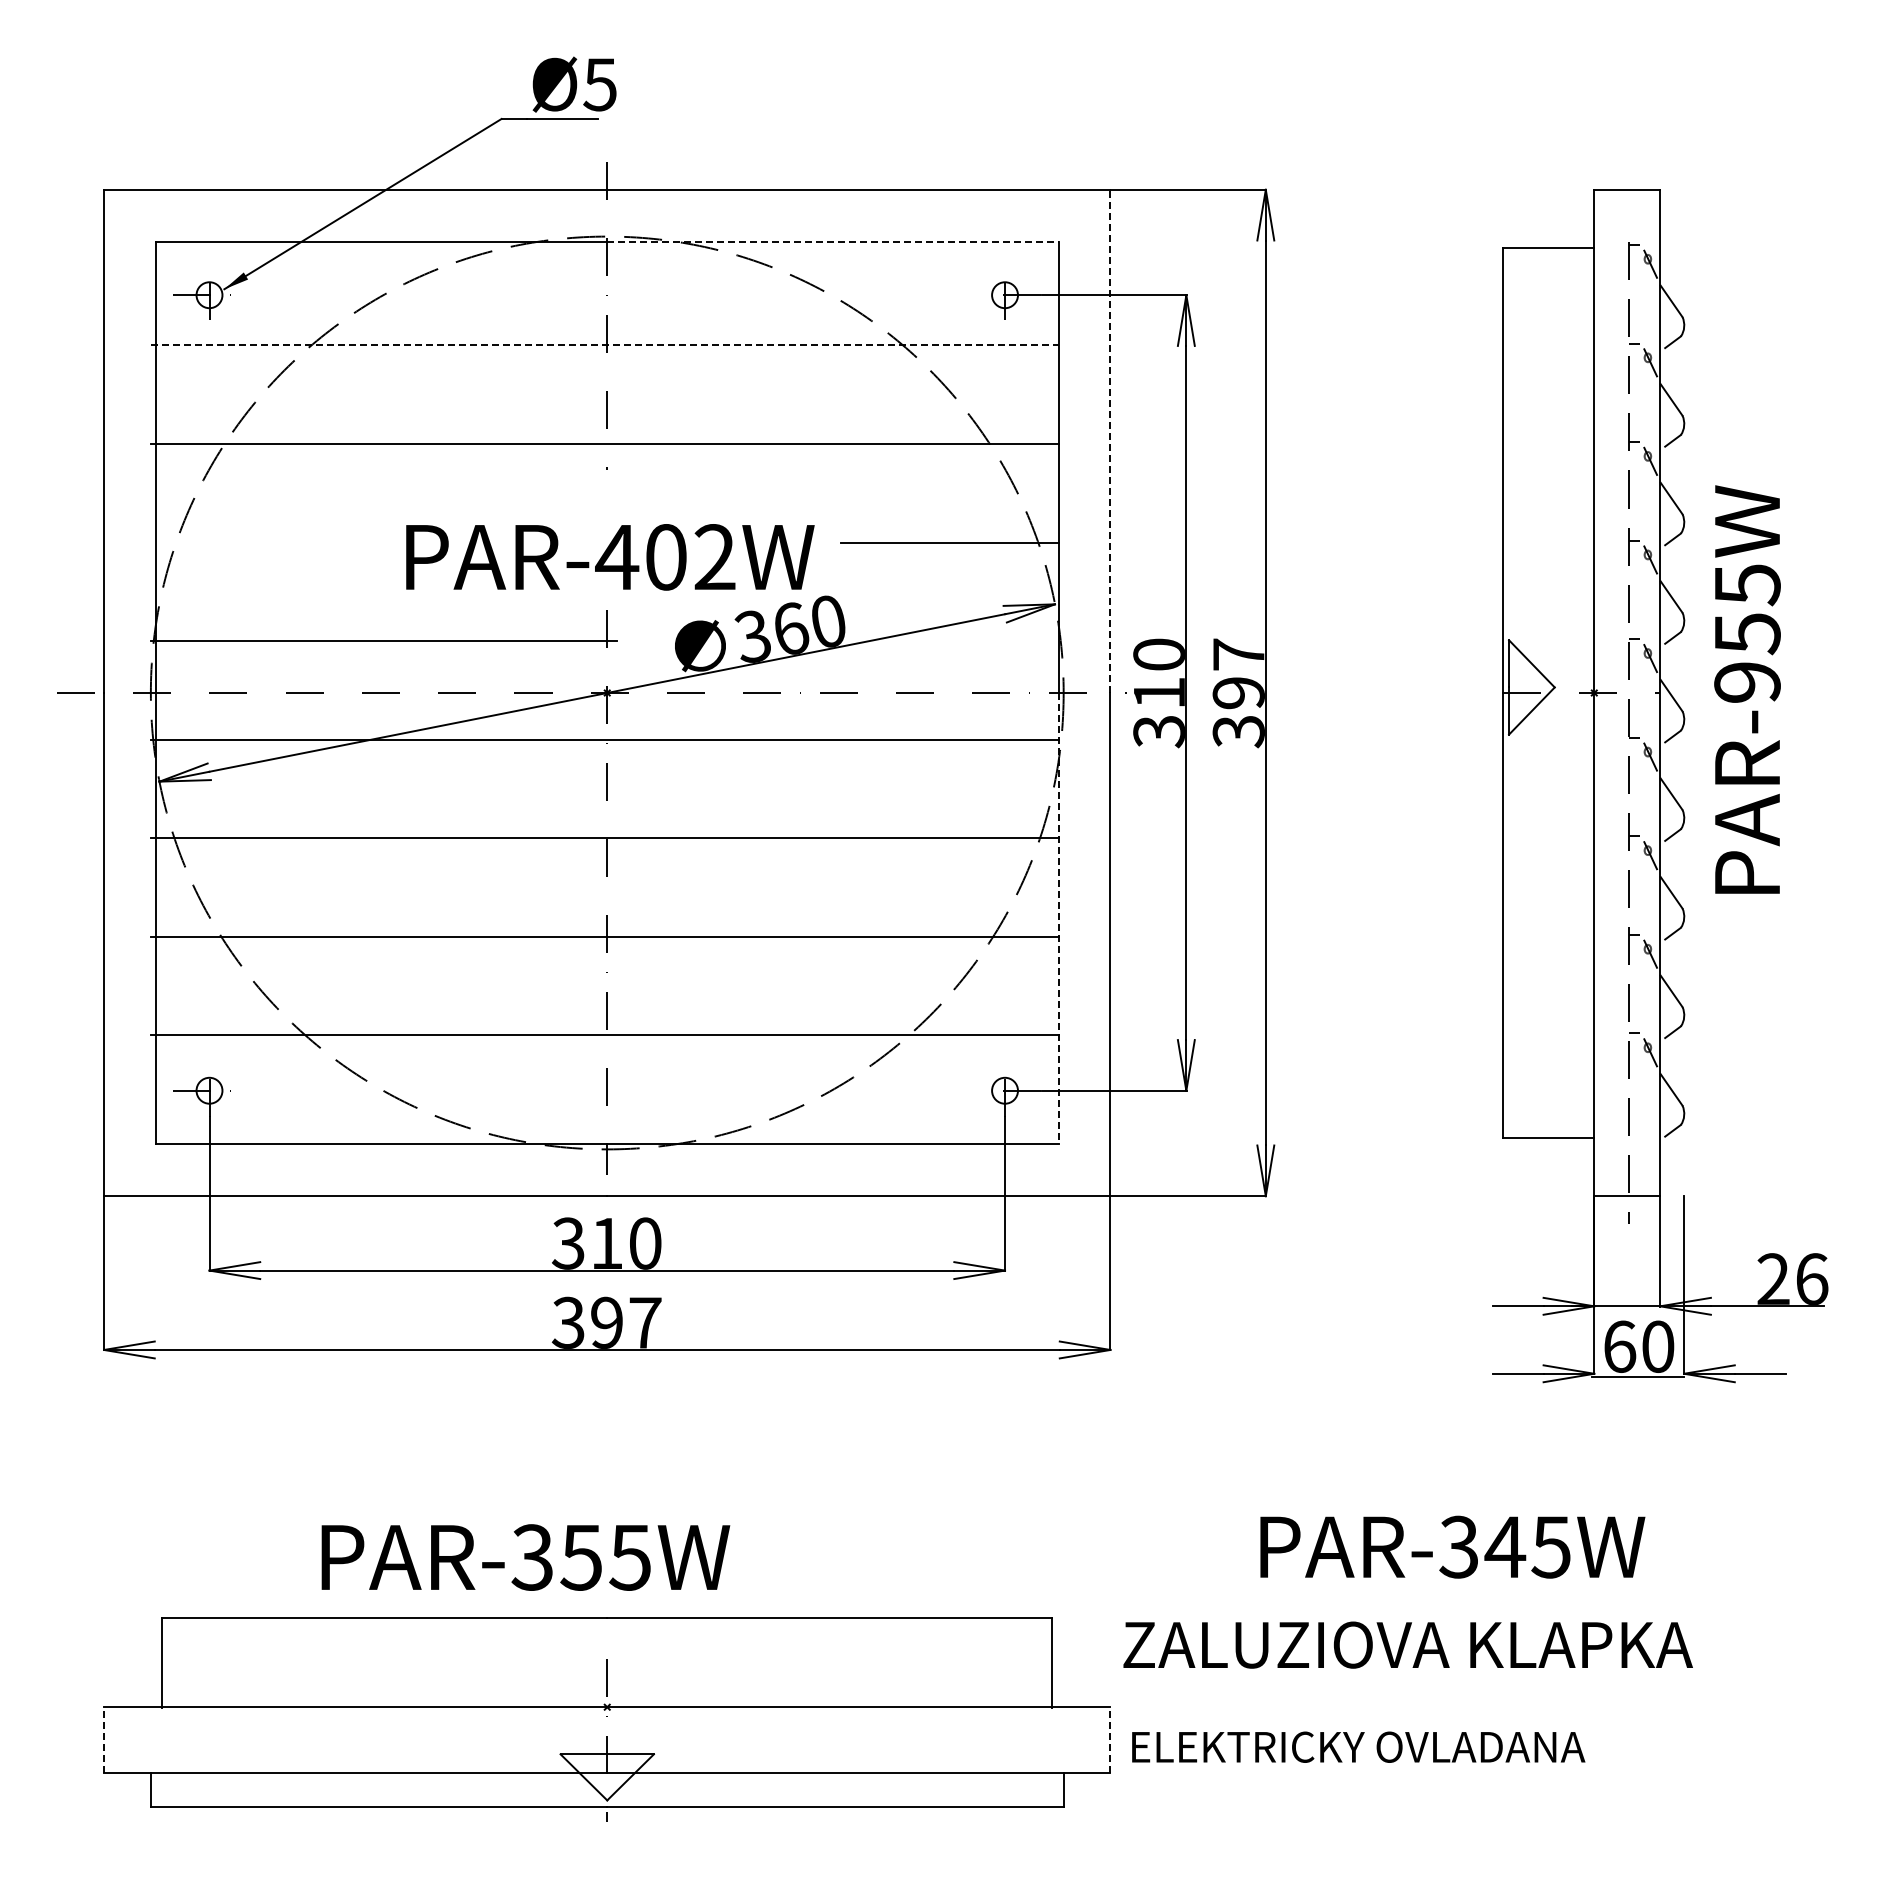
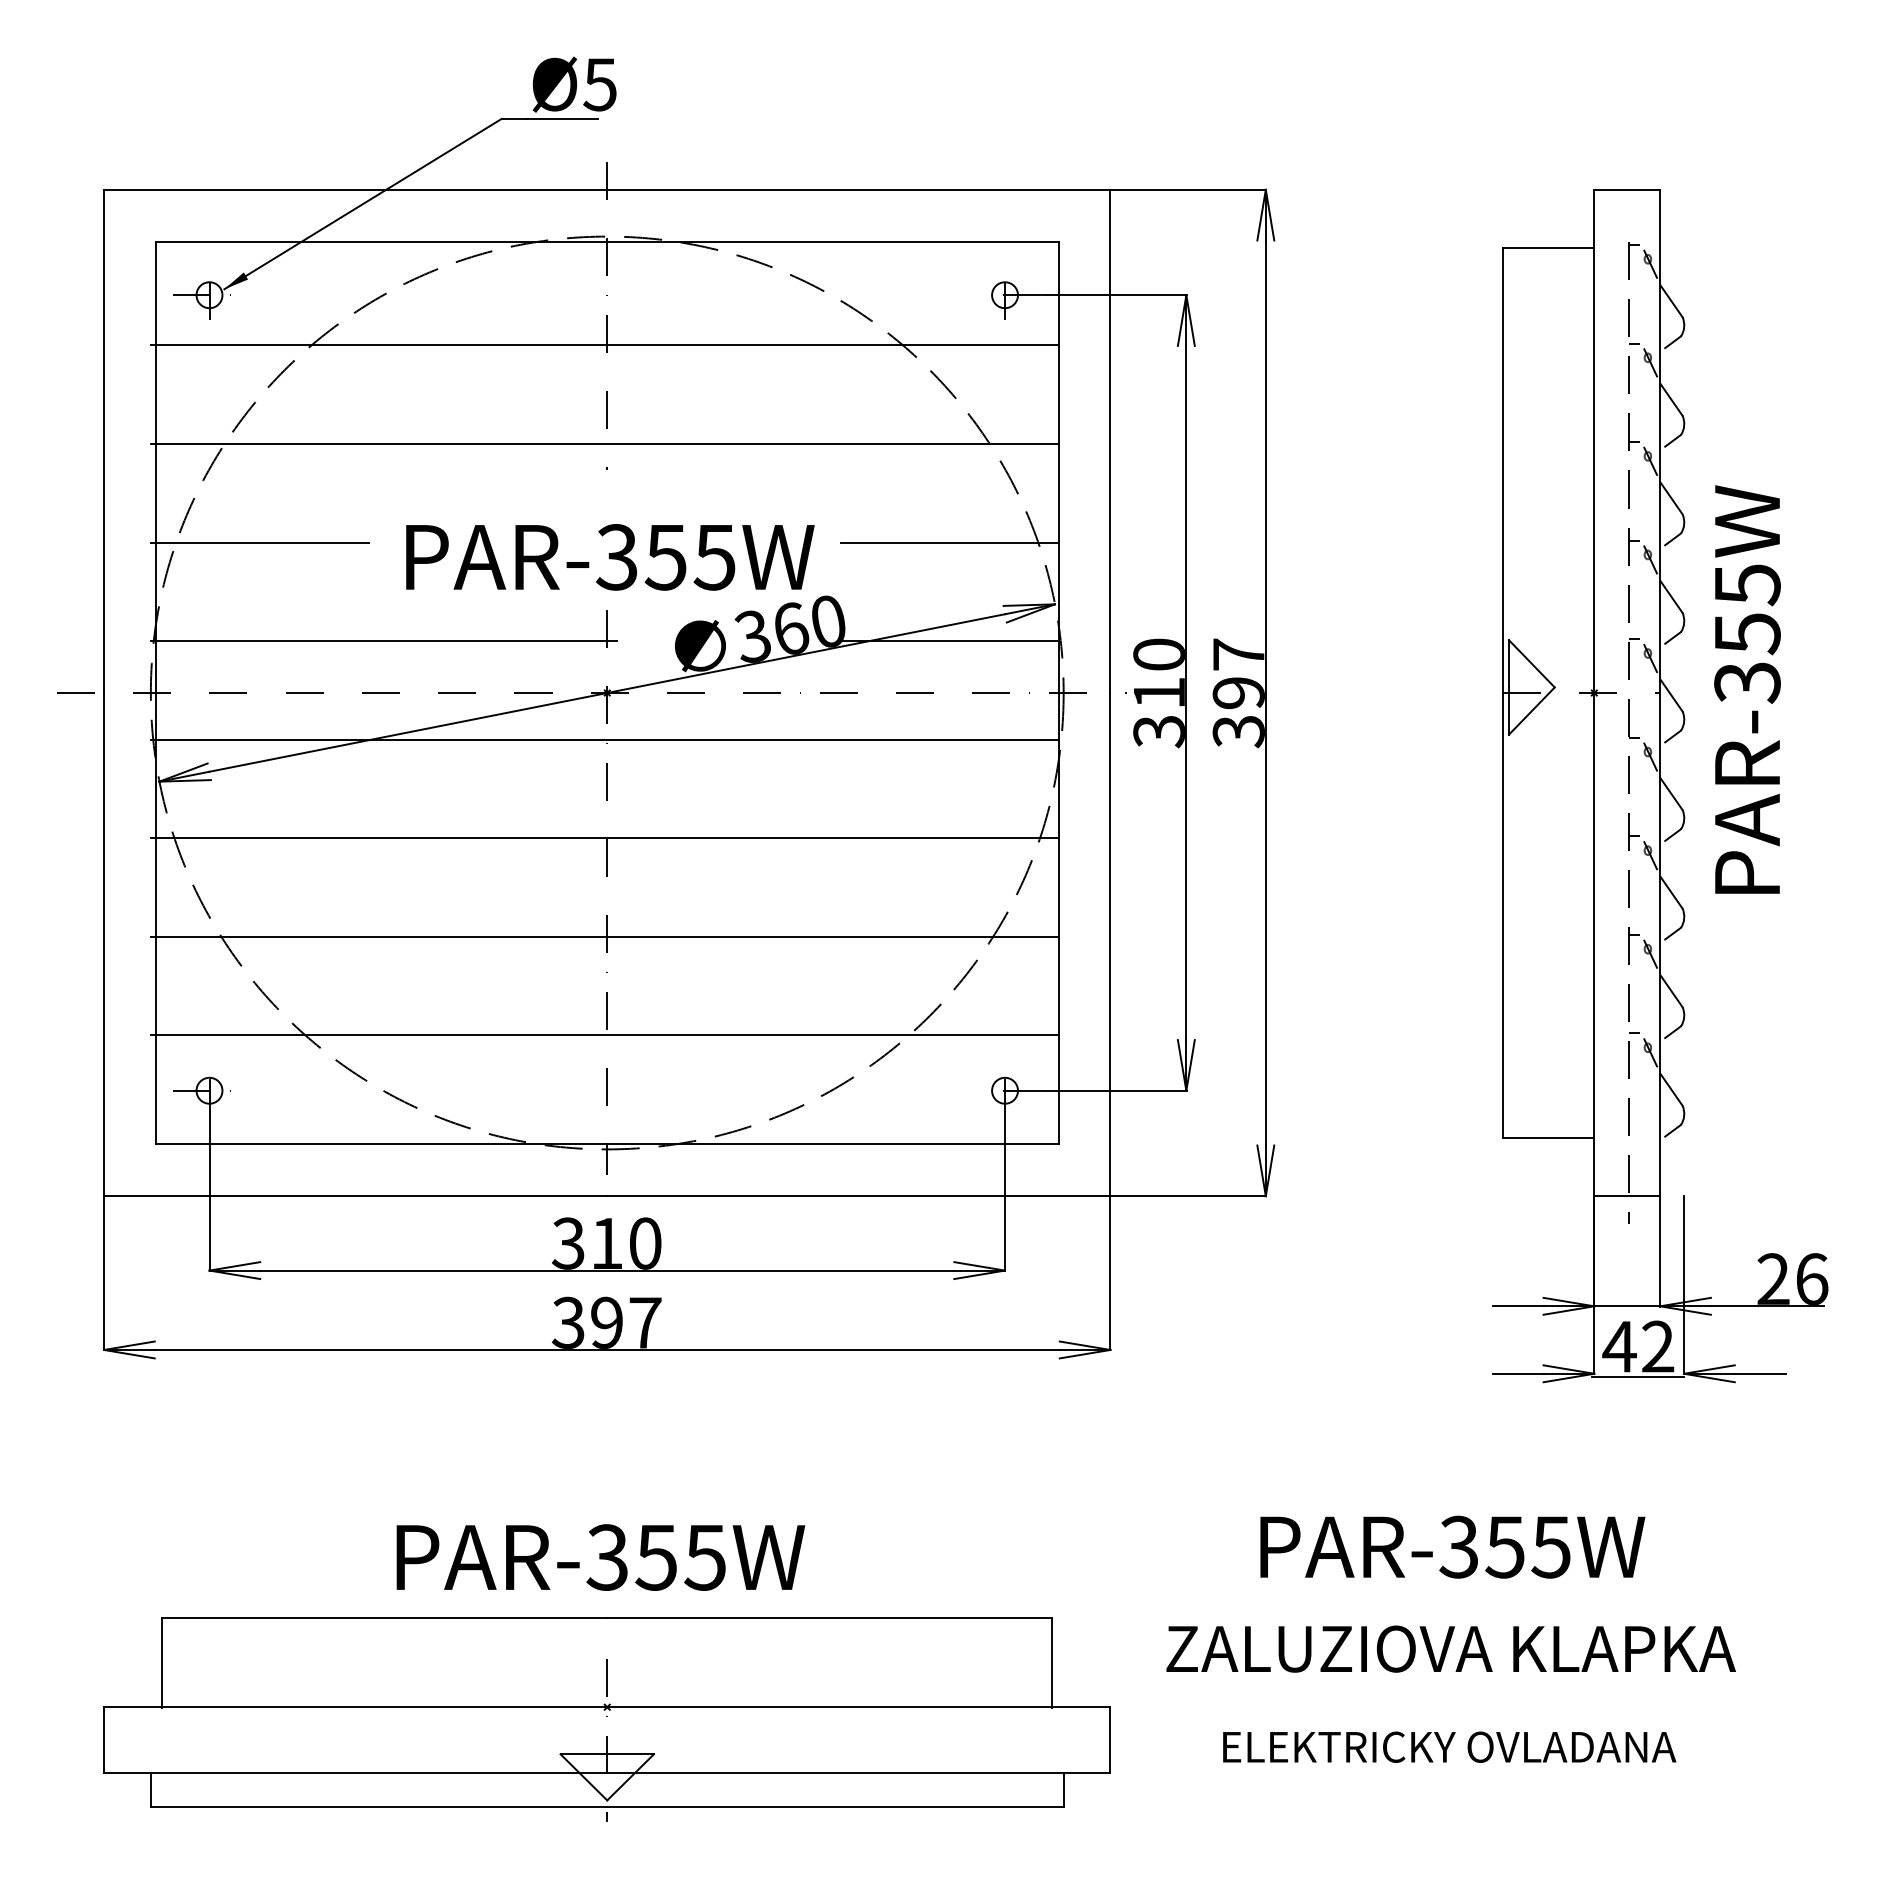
line at (832, 241): dashed -> solid
line at (604, 345): dashed -> solid
line at (1110, 441): dashed -> solid
line at (259, 542): none -> present
text at (665, 557): PAR-402W -> PAR-355W
line at (950, 641): none -> present
text at (1747, 682): PAR-955W -> PAR-355W
line at (1058, 918): dashed -> solid
text at (1638, 1346): 60 -> 42
text at (1505, 1547): PAR-345W -> PAR-355W
text at (525, 1557) position: (525, 1557) -> (600, 1557)
text at (1407, 1644) position: (1407, 1644) -> (1450, 1648)
line at (104, 1740): dashed -> solid
line at (1110, 1740): dashed -> solid
text at (1358, 1746) position: (1358, 1746) -> (1449, 1746)
